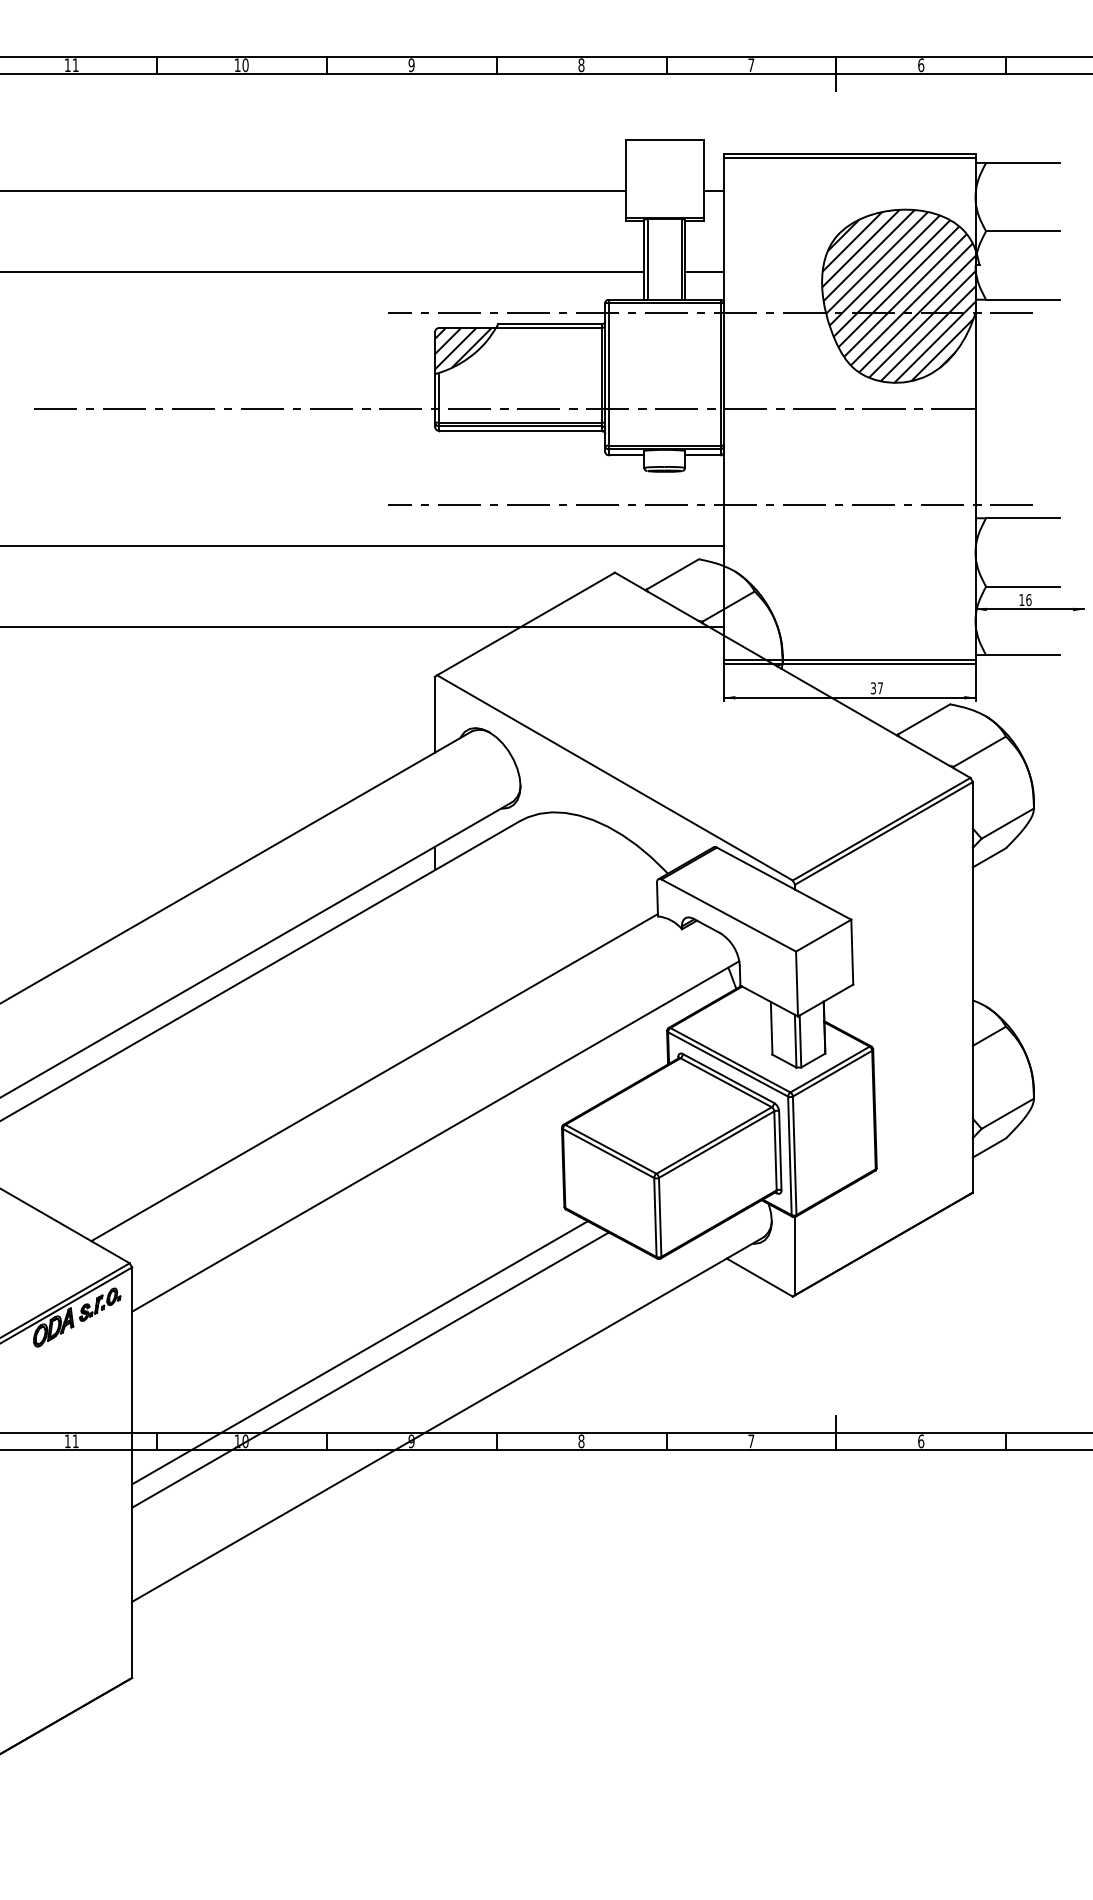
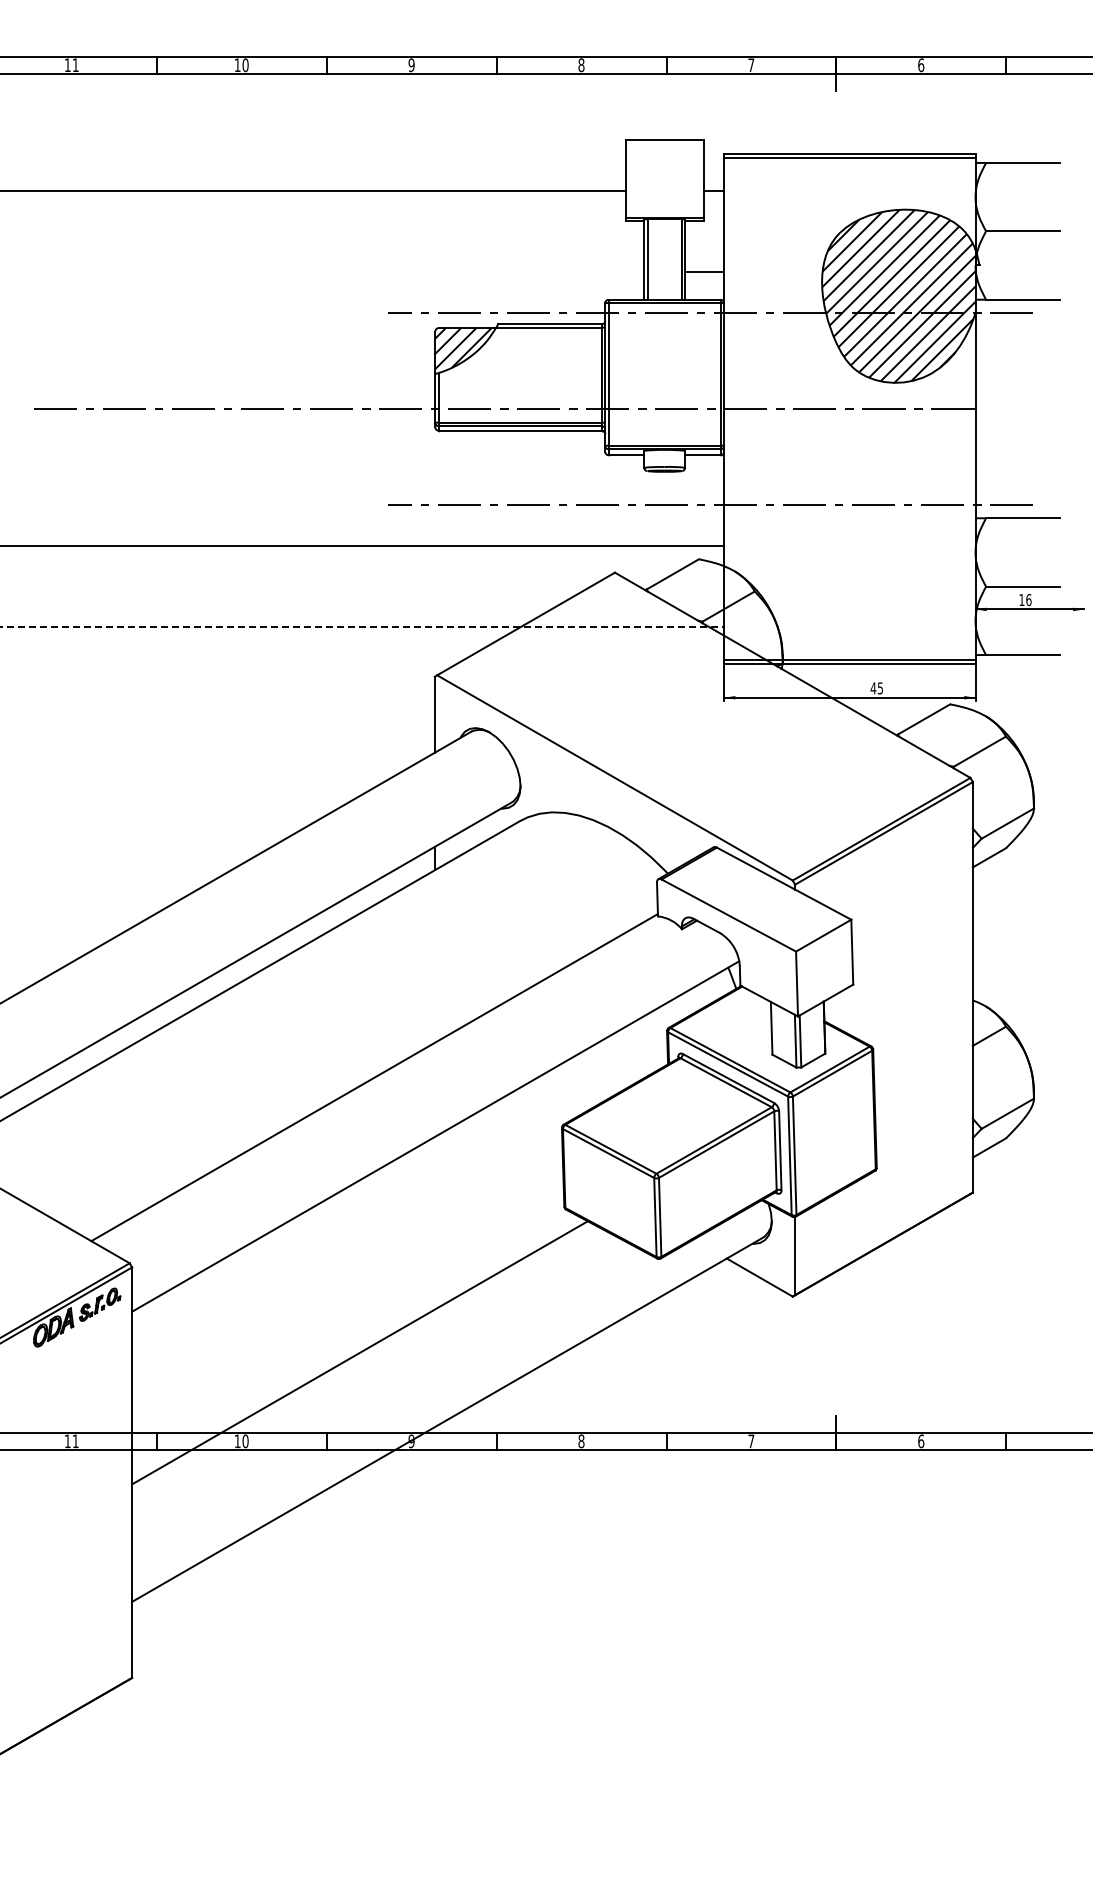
line at (323, 272): present -> none
line at (362, 627): solid -> dashed
text at (876, 688): 37 -> 45
line at (370, 1369): present -> none
